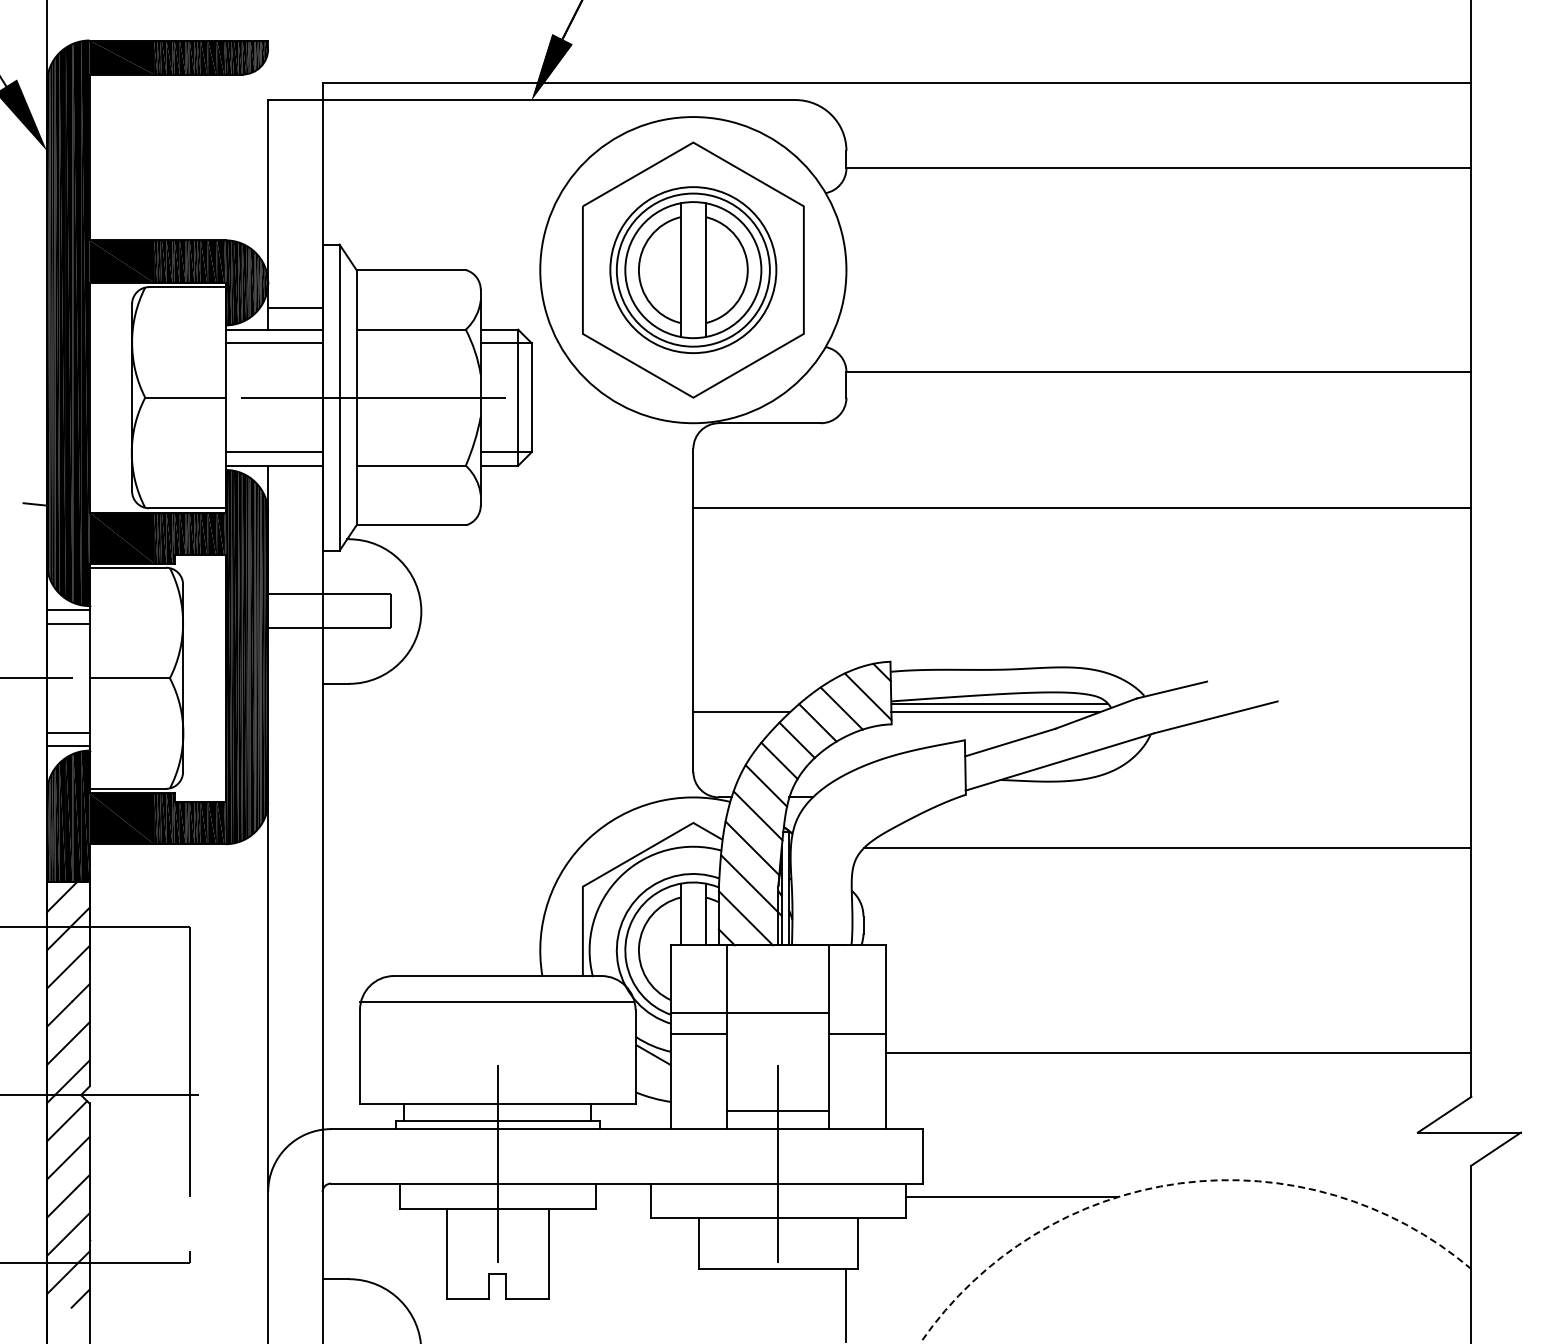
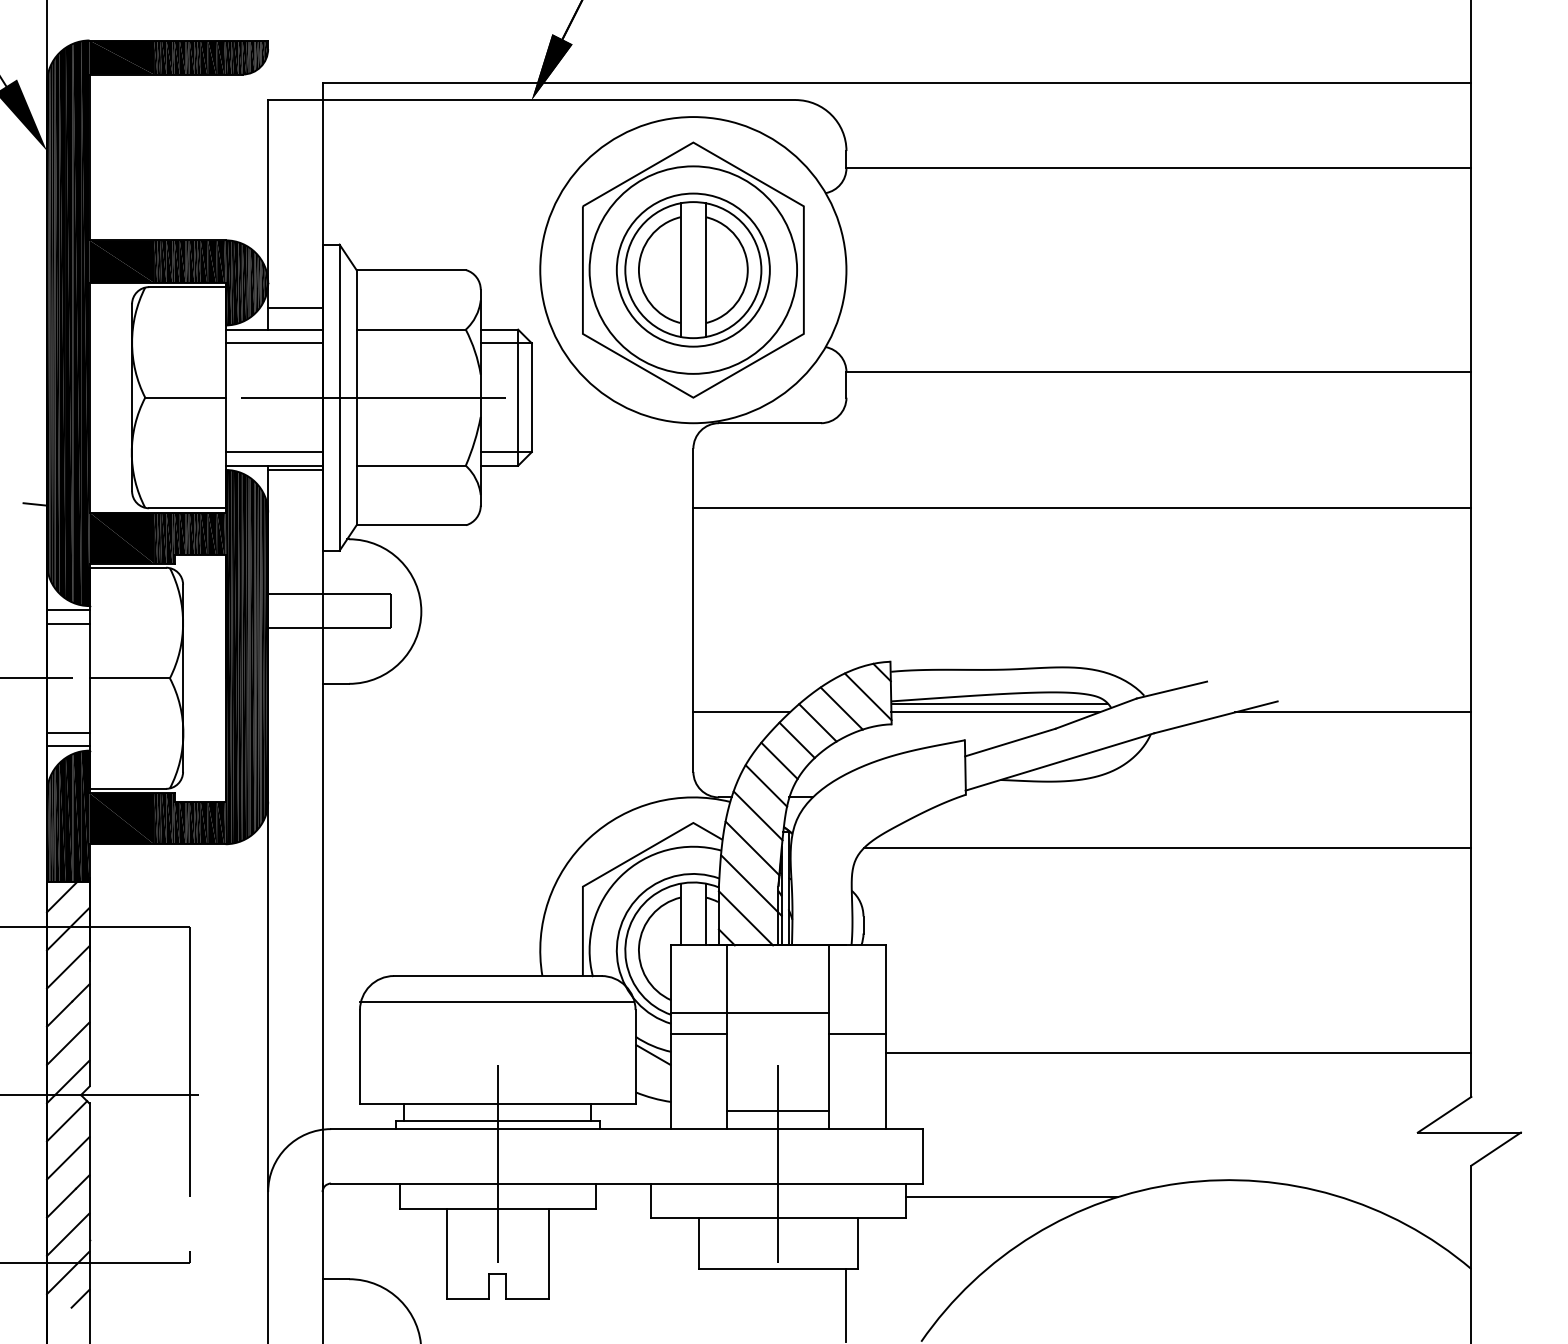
circle at (693, 270) diameter: 166 px -> 208 px
line at (295, 470): none -> present
line at (1353, 712): none -> present
arc at (1180, 1183): dashed -> solid
